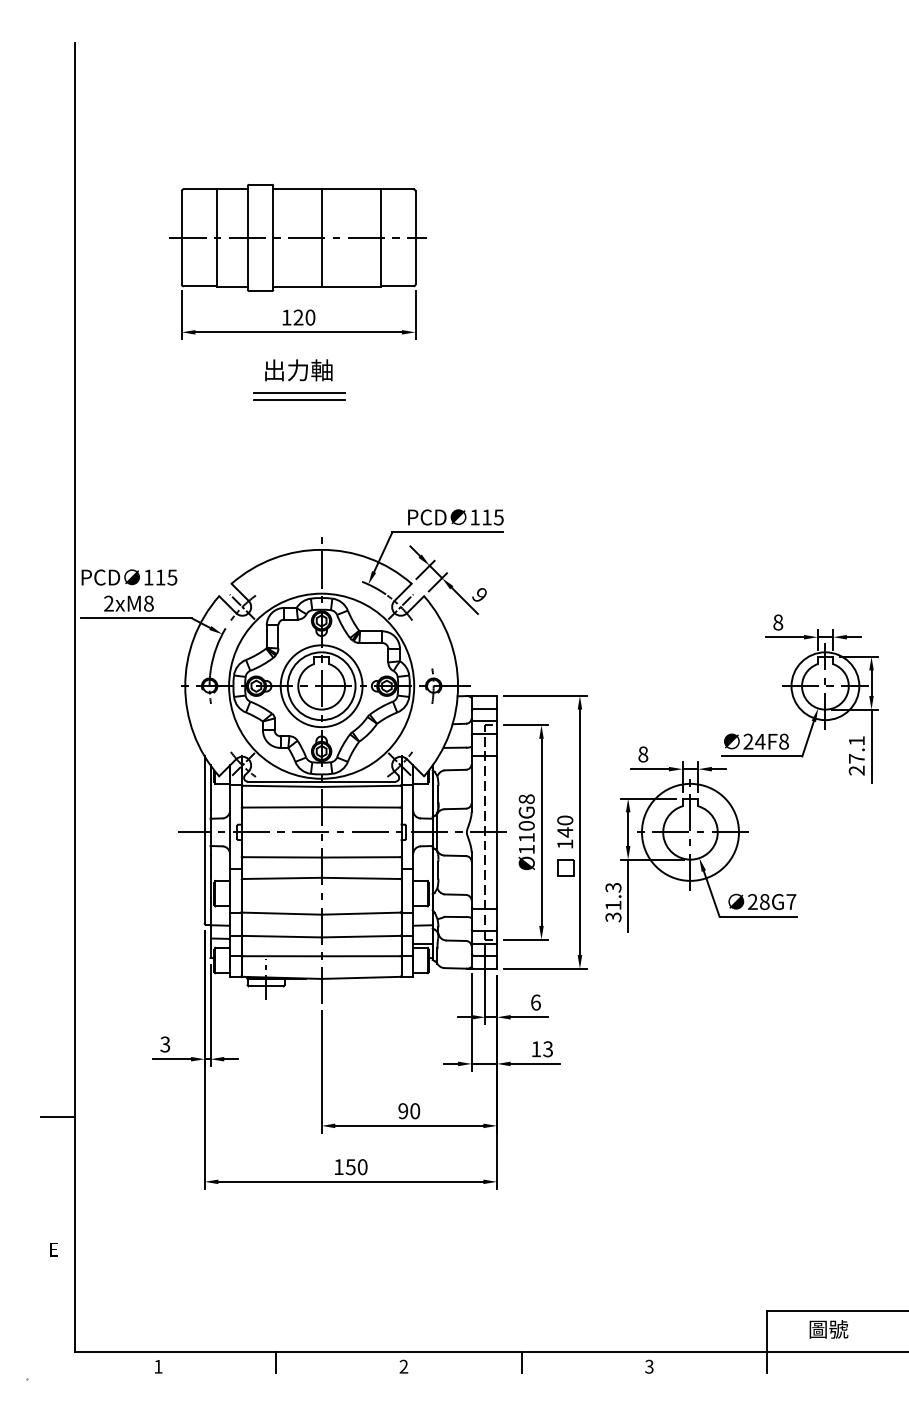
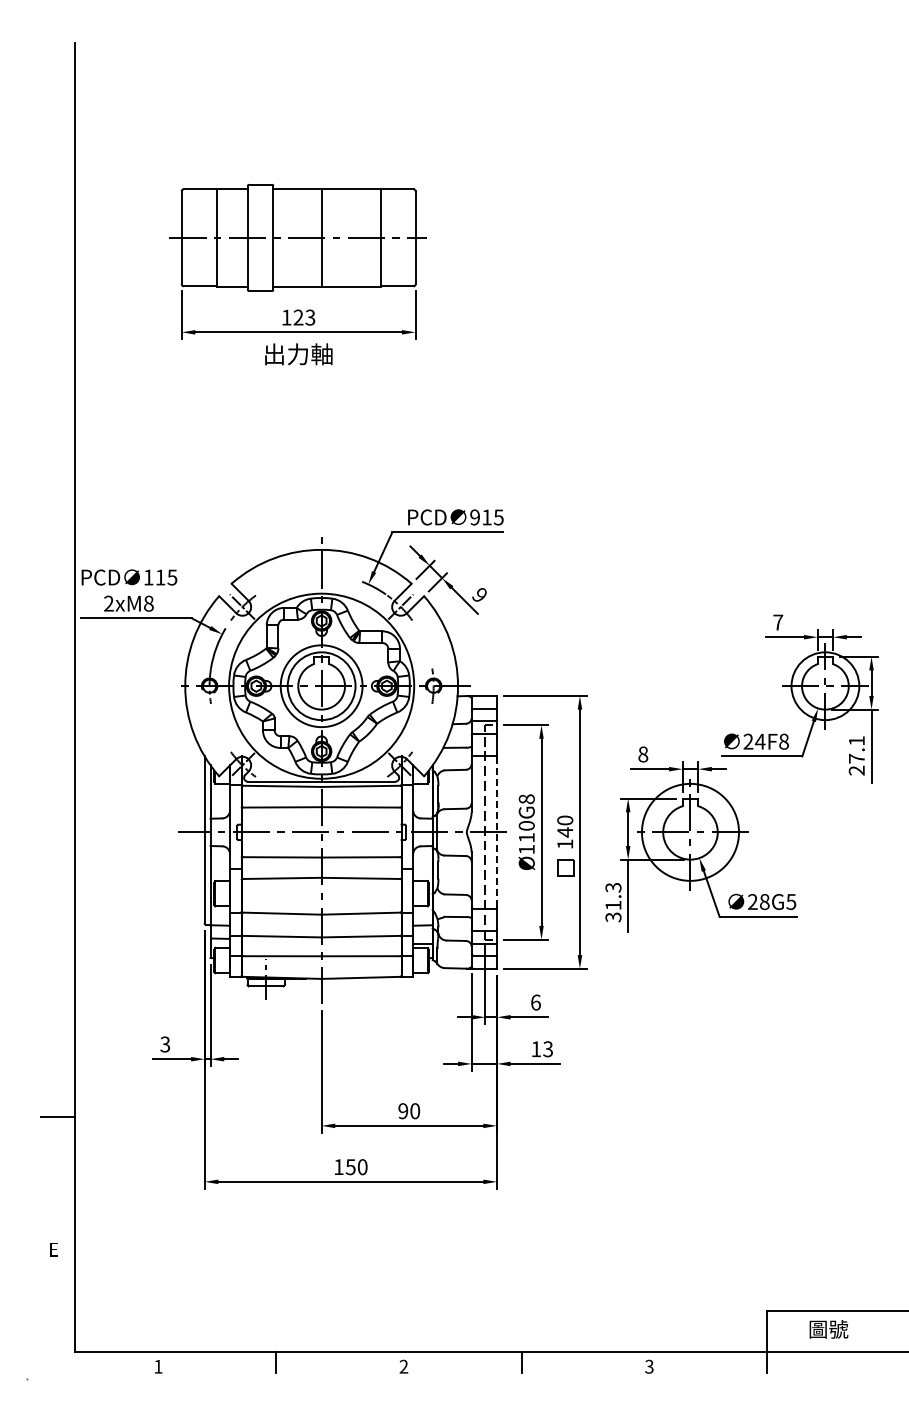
text at (310, 317): 120 -> 123
text at (298, 370) position: (298, 370) -> (298, 354)
part at (299, 396): present -> none
text at (474, 517): 115 -> 915
text at (778, 622): 8 -> 7
line at (497, 831): solid -> dashed
text at (791, 902): 28G7 -> 28G5
